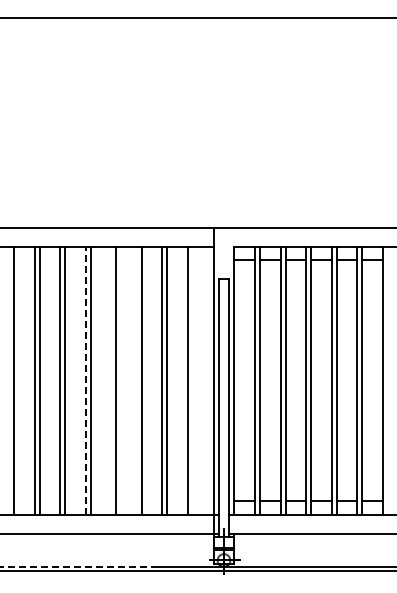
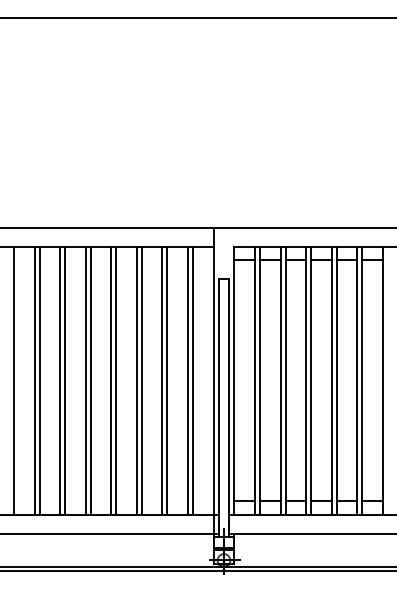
line at (85, 380): dashed -> solid
line at (111, 380): none -> present
line at (136, 380): none -> present
line at (192, 380): none -> present
line at (79, 566): dashed -> solid
